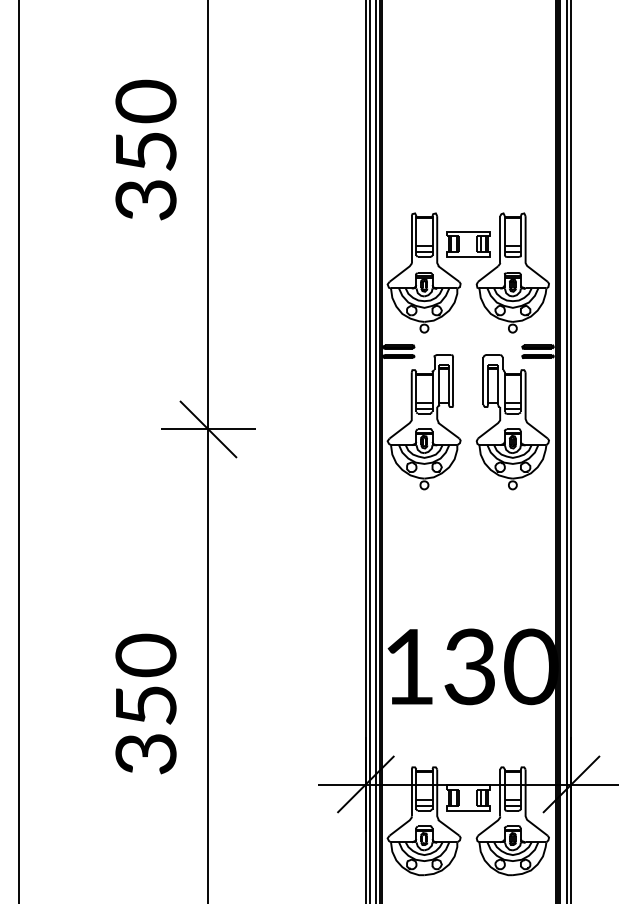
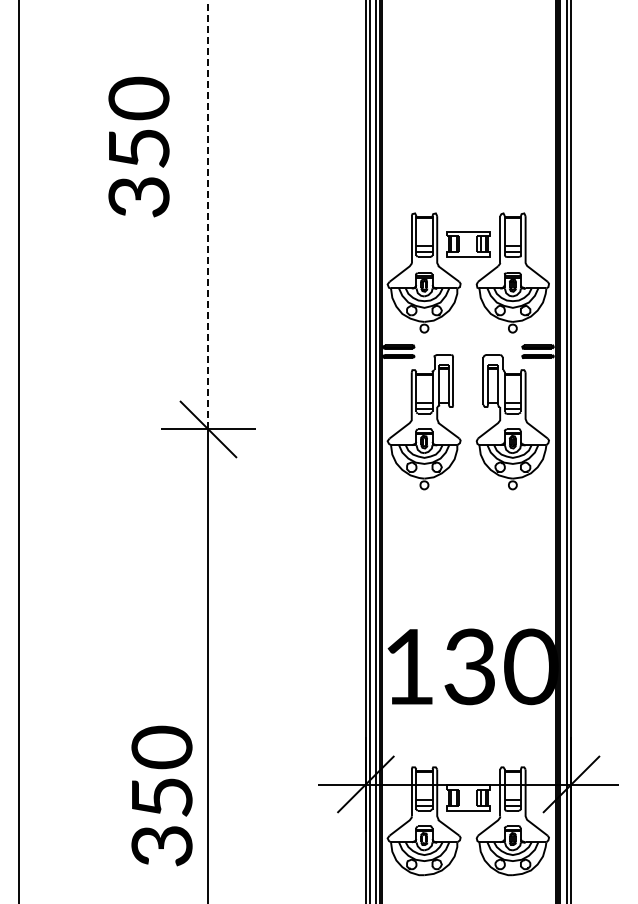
text at (145, 149) position: (145, 149) -> (138, 146)
line at (208, 214): solid -> dashed
text at (145, 703) position: (145, 703) -> (161, 795)
